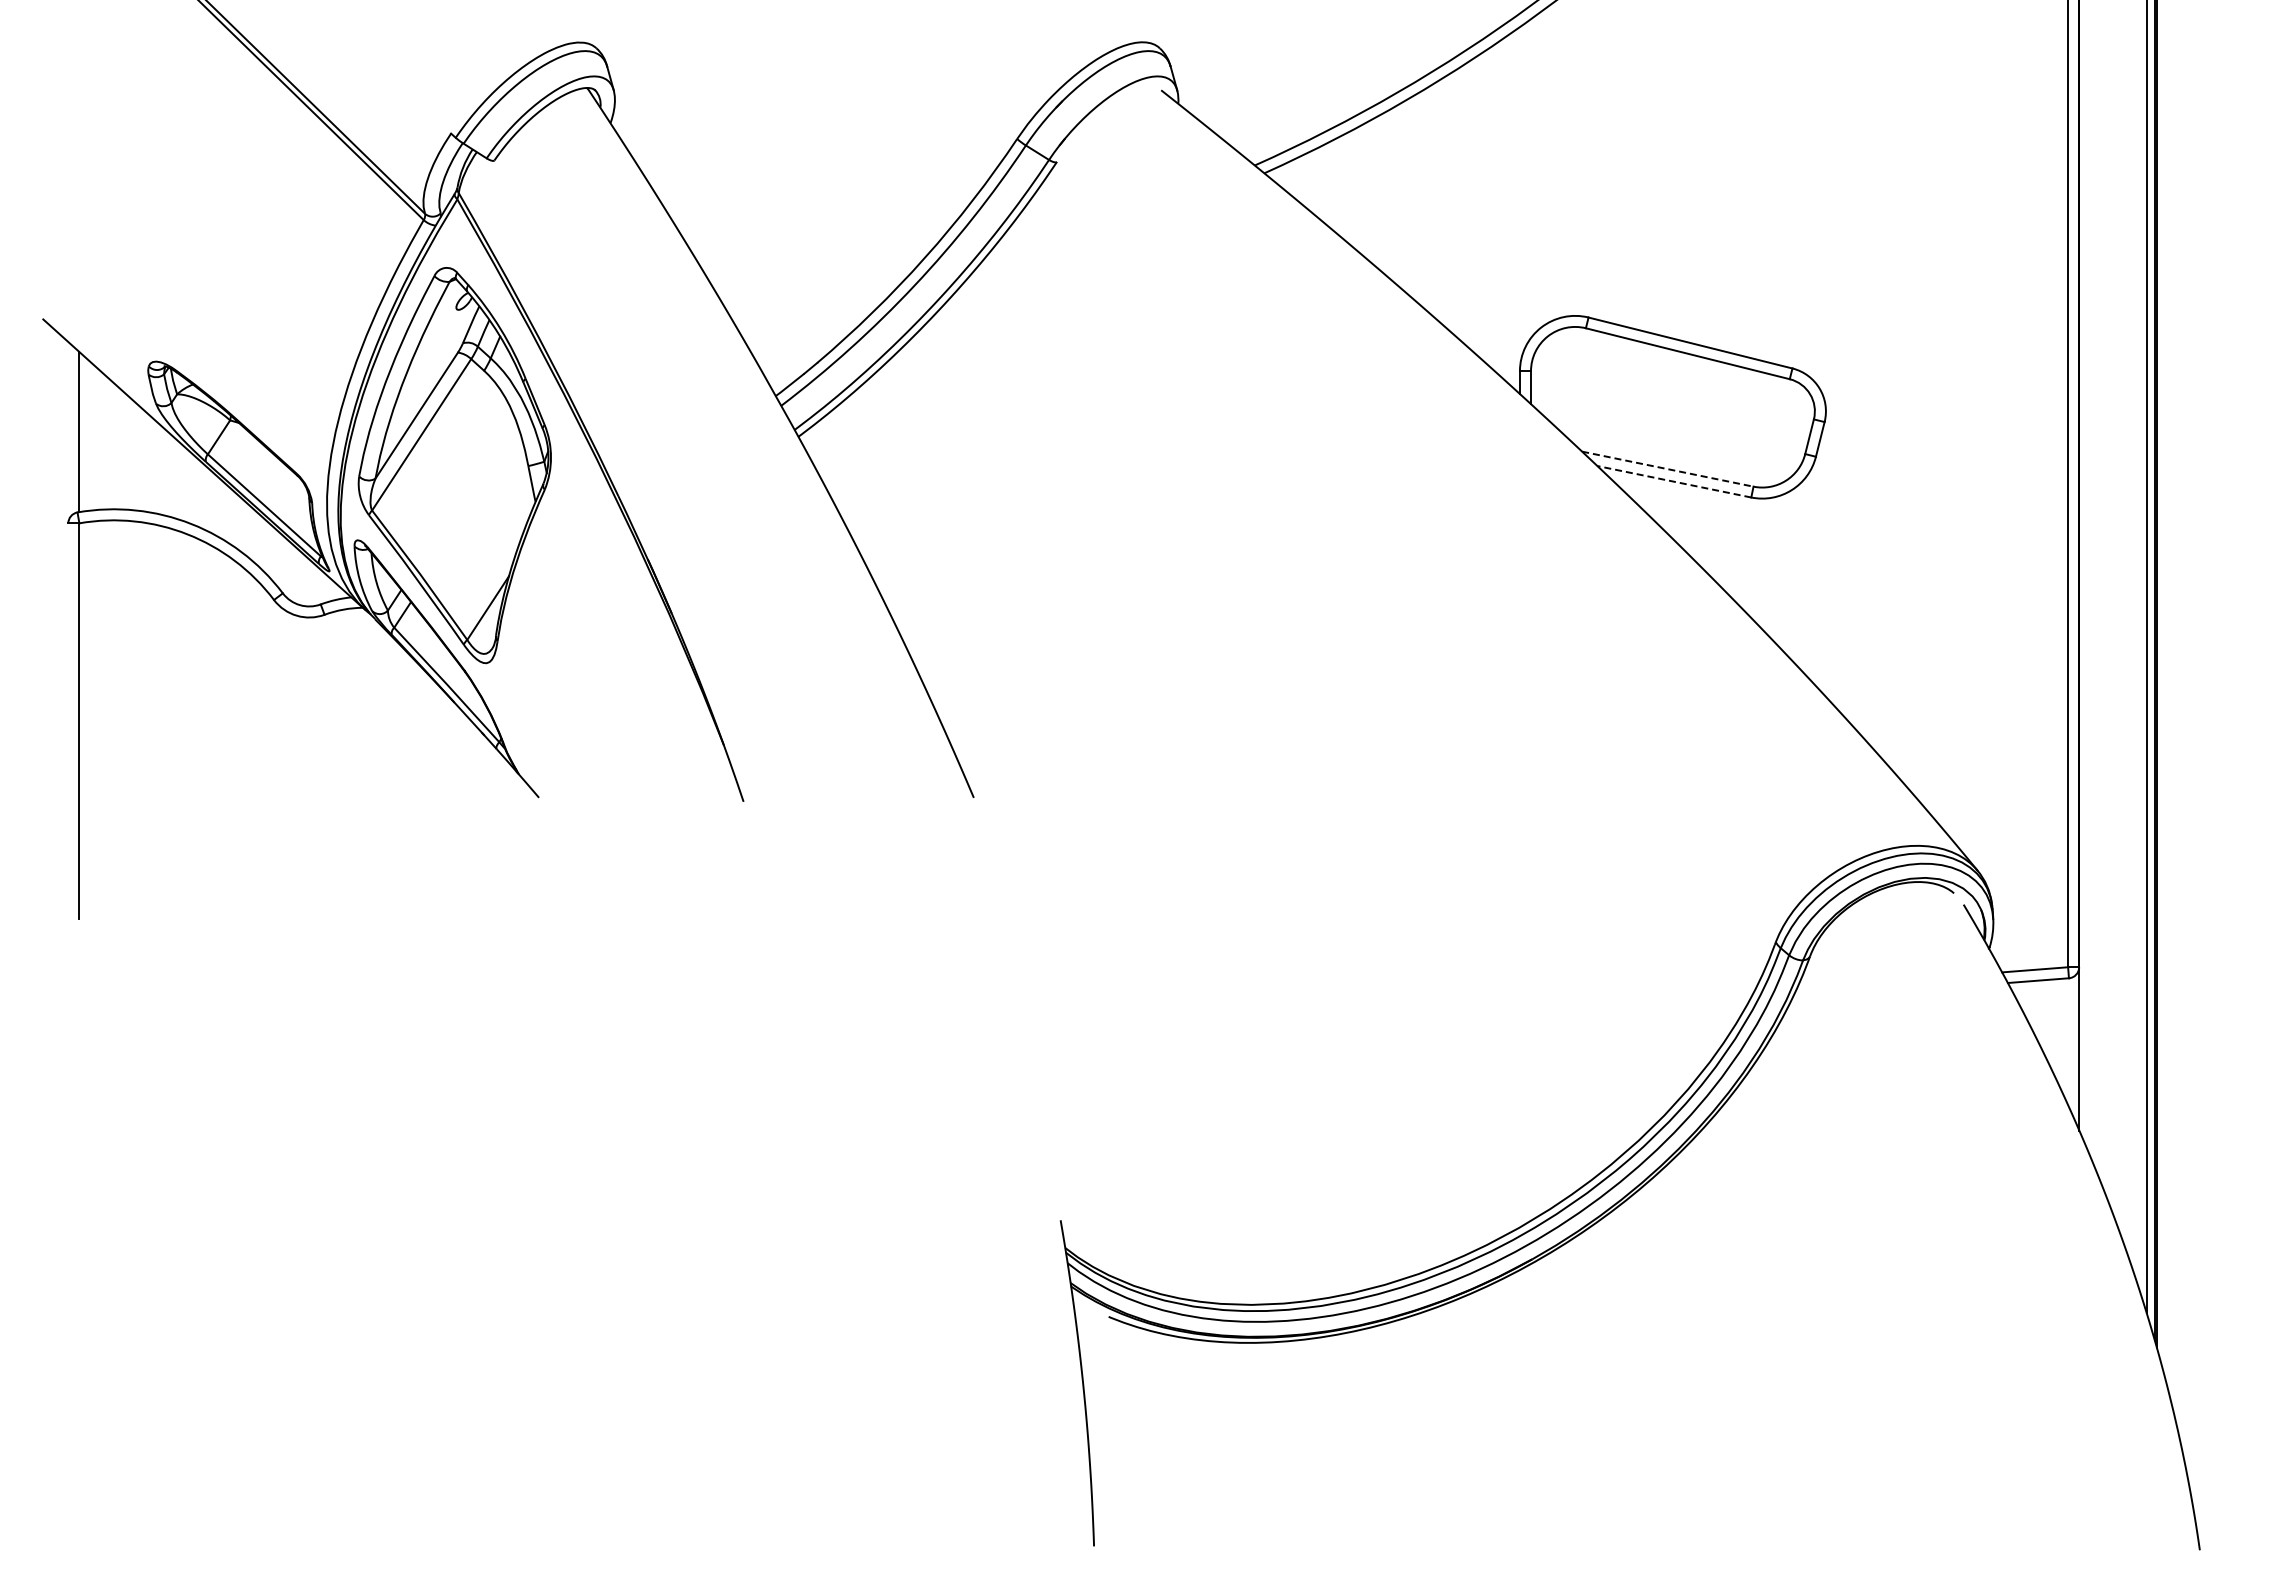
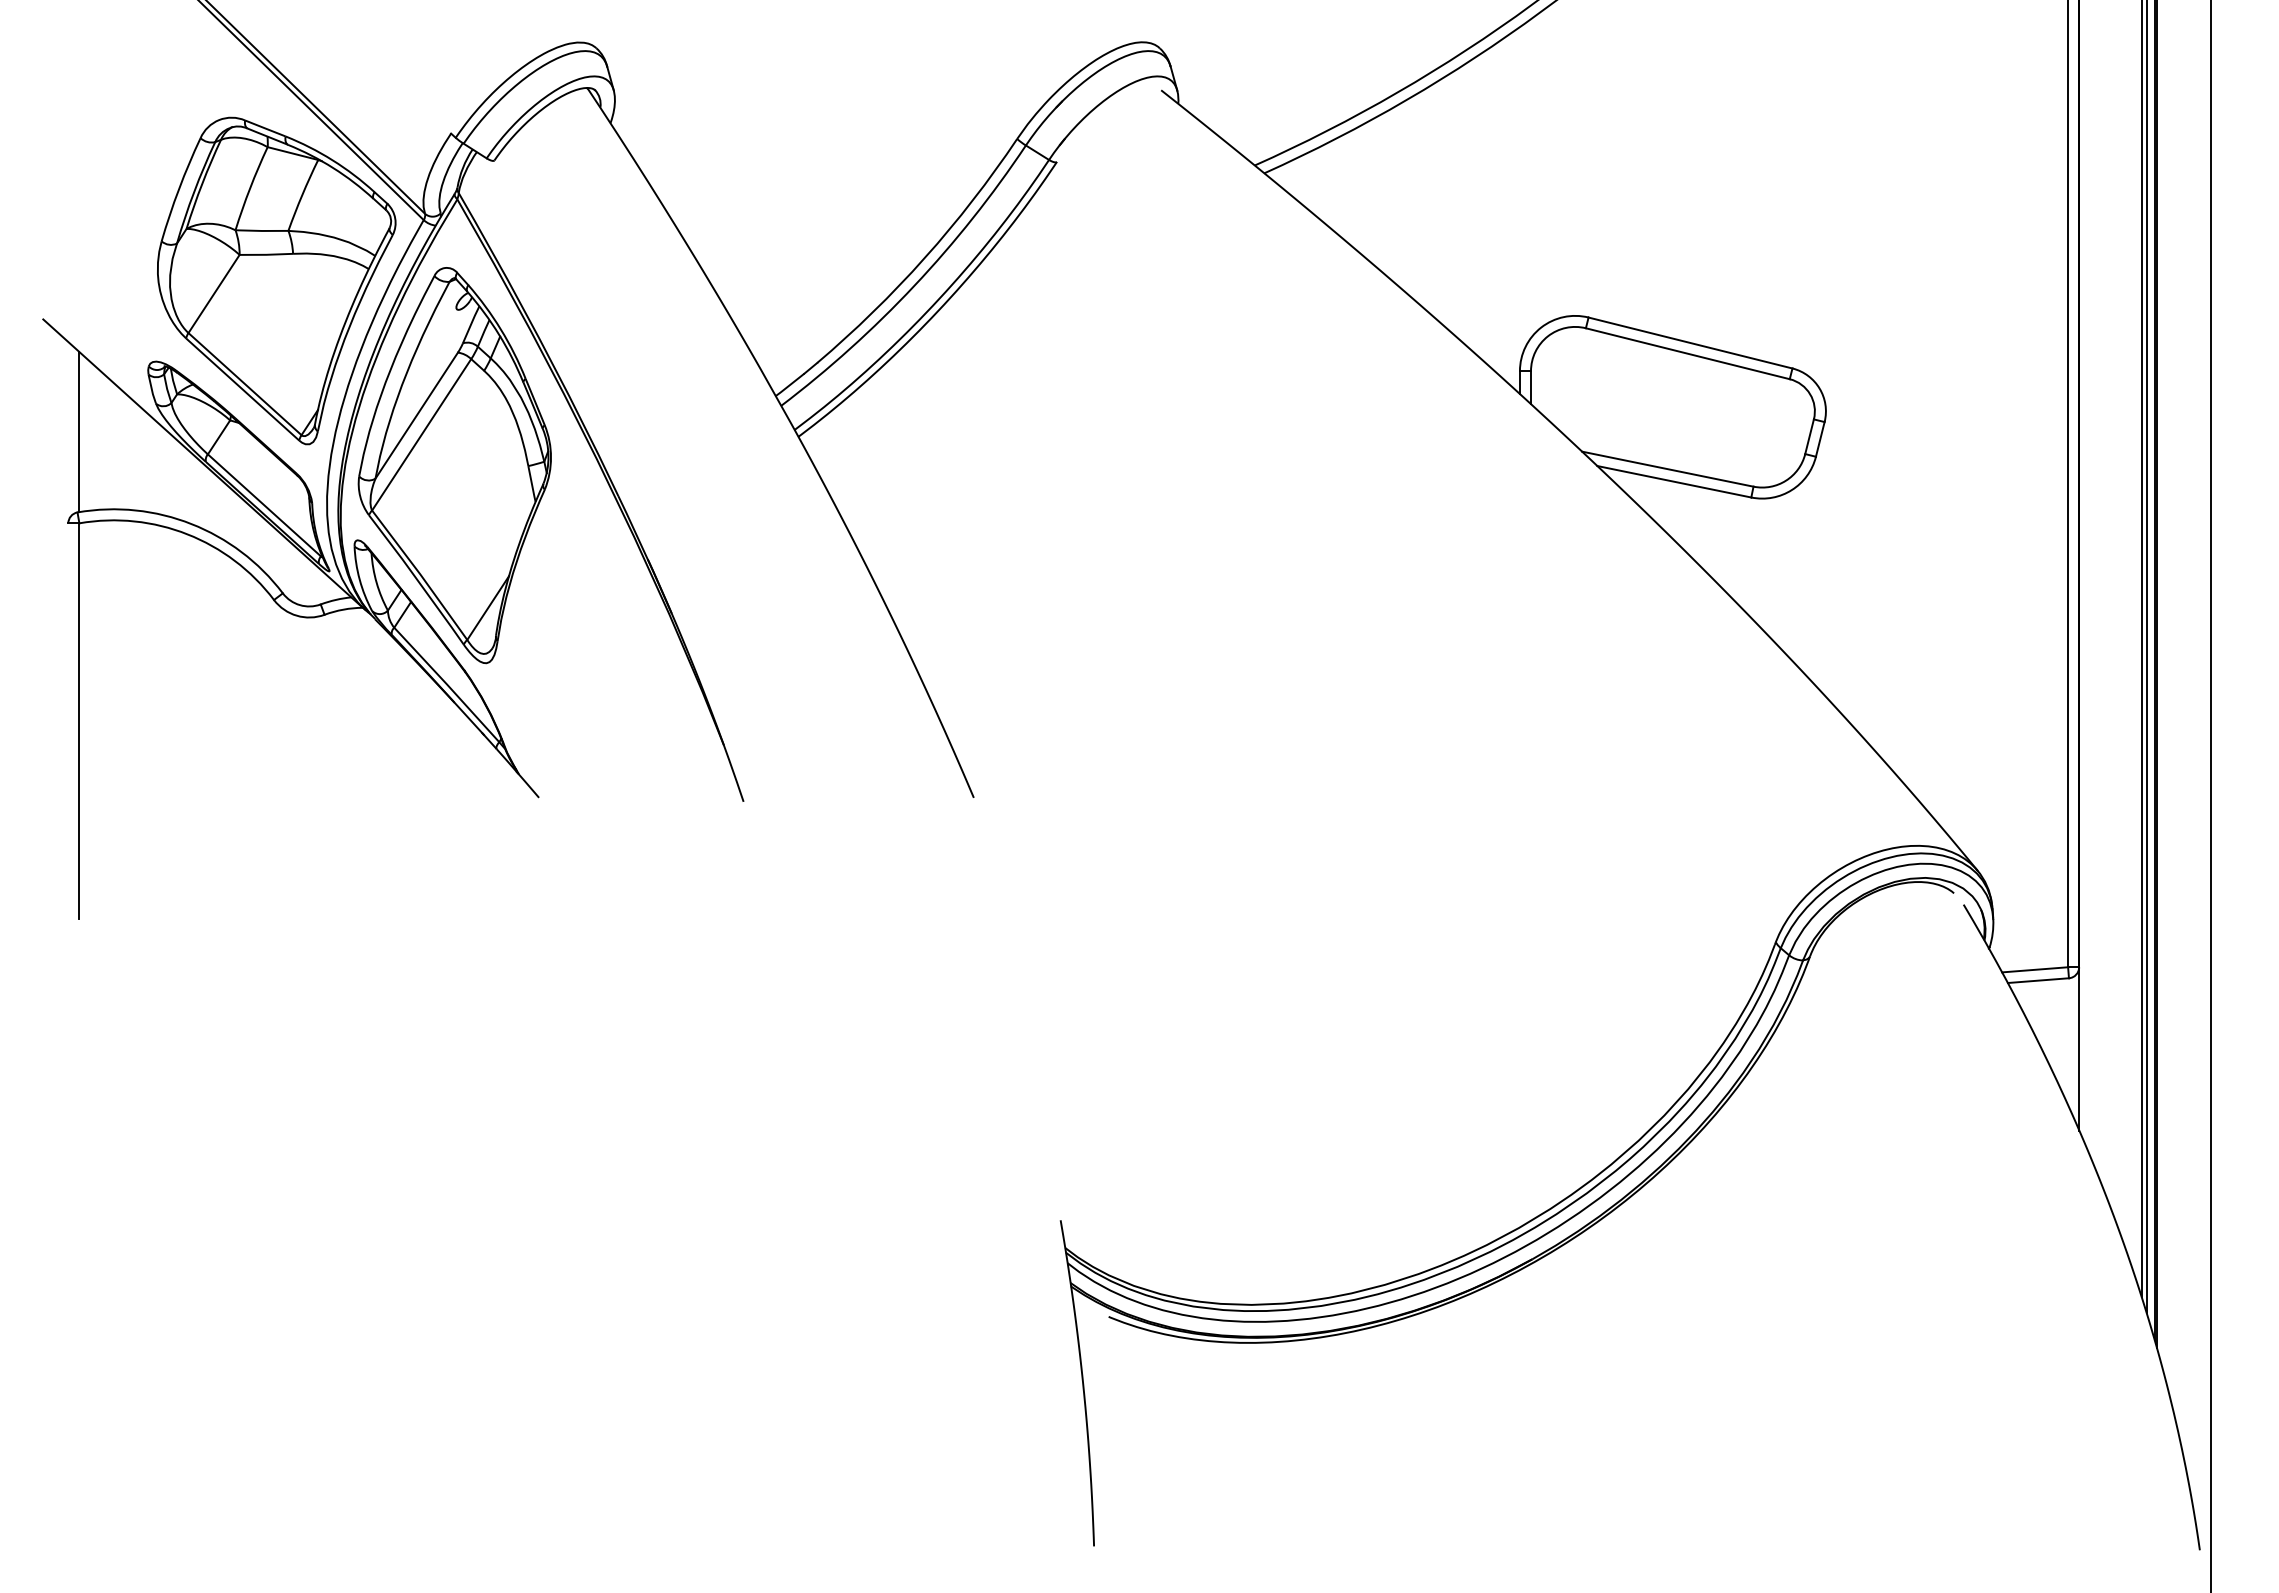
part at (276, 280): none -> present
line at (1668, 469): dashed -> solid
line at (1674, 481): dashed -> solid
line at (2141, 649): none -> present
line at (2210, 795): none -> present
